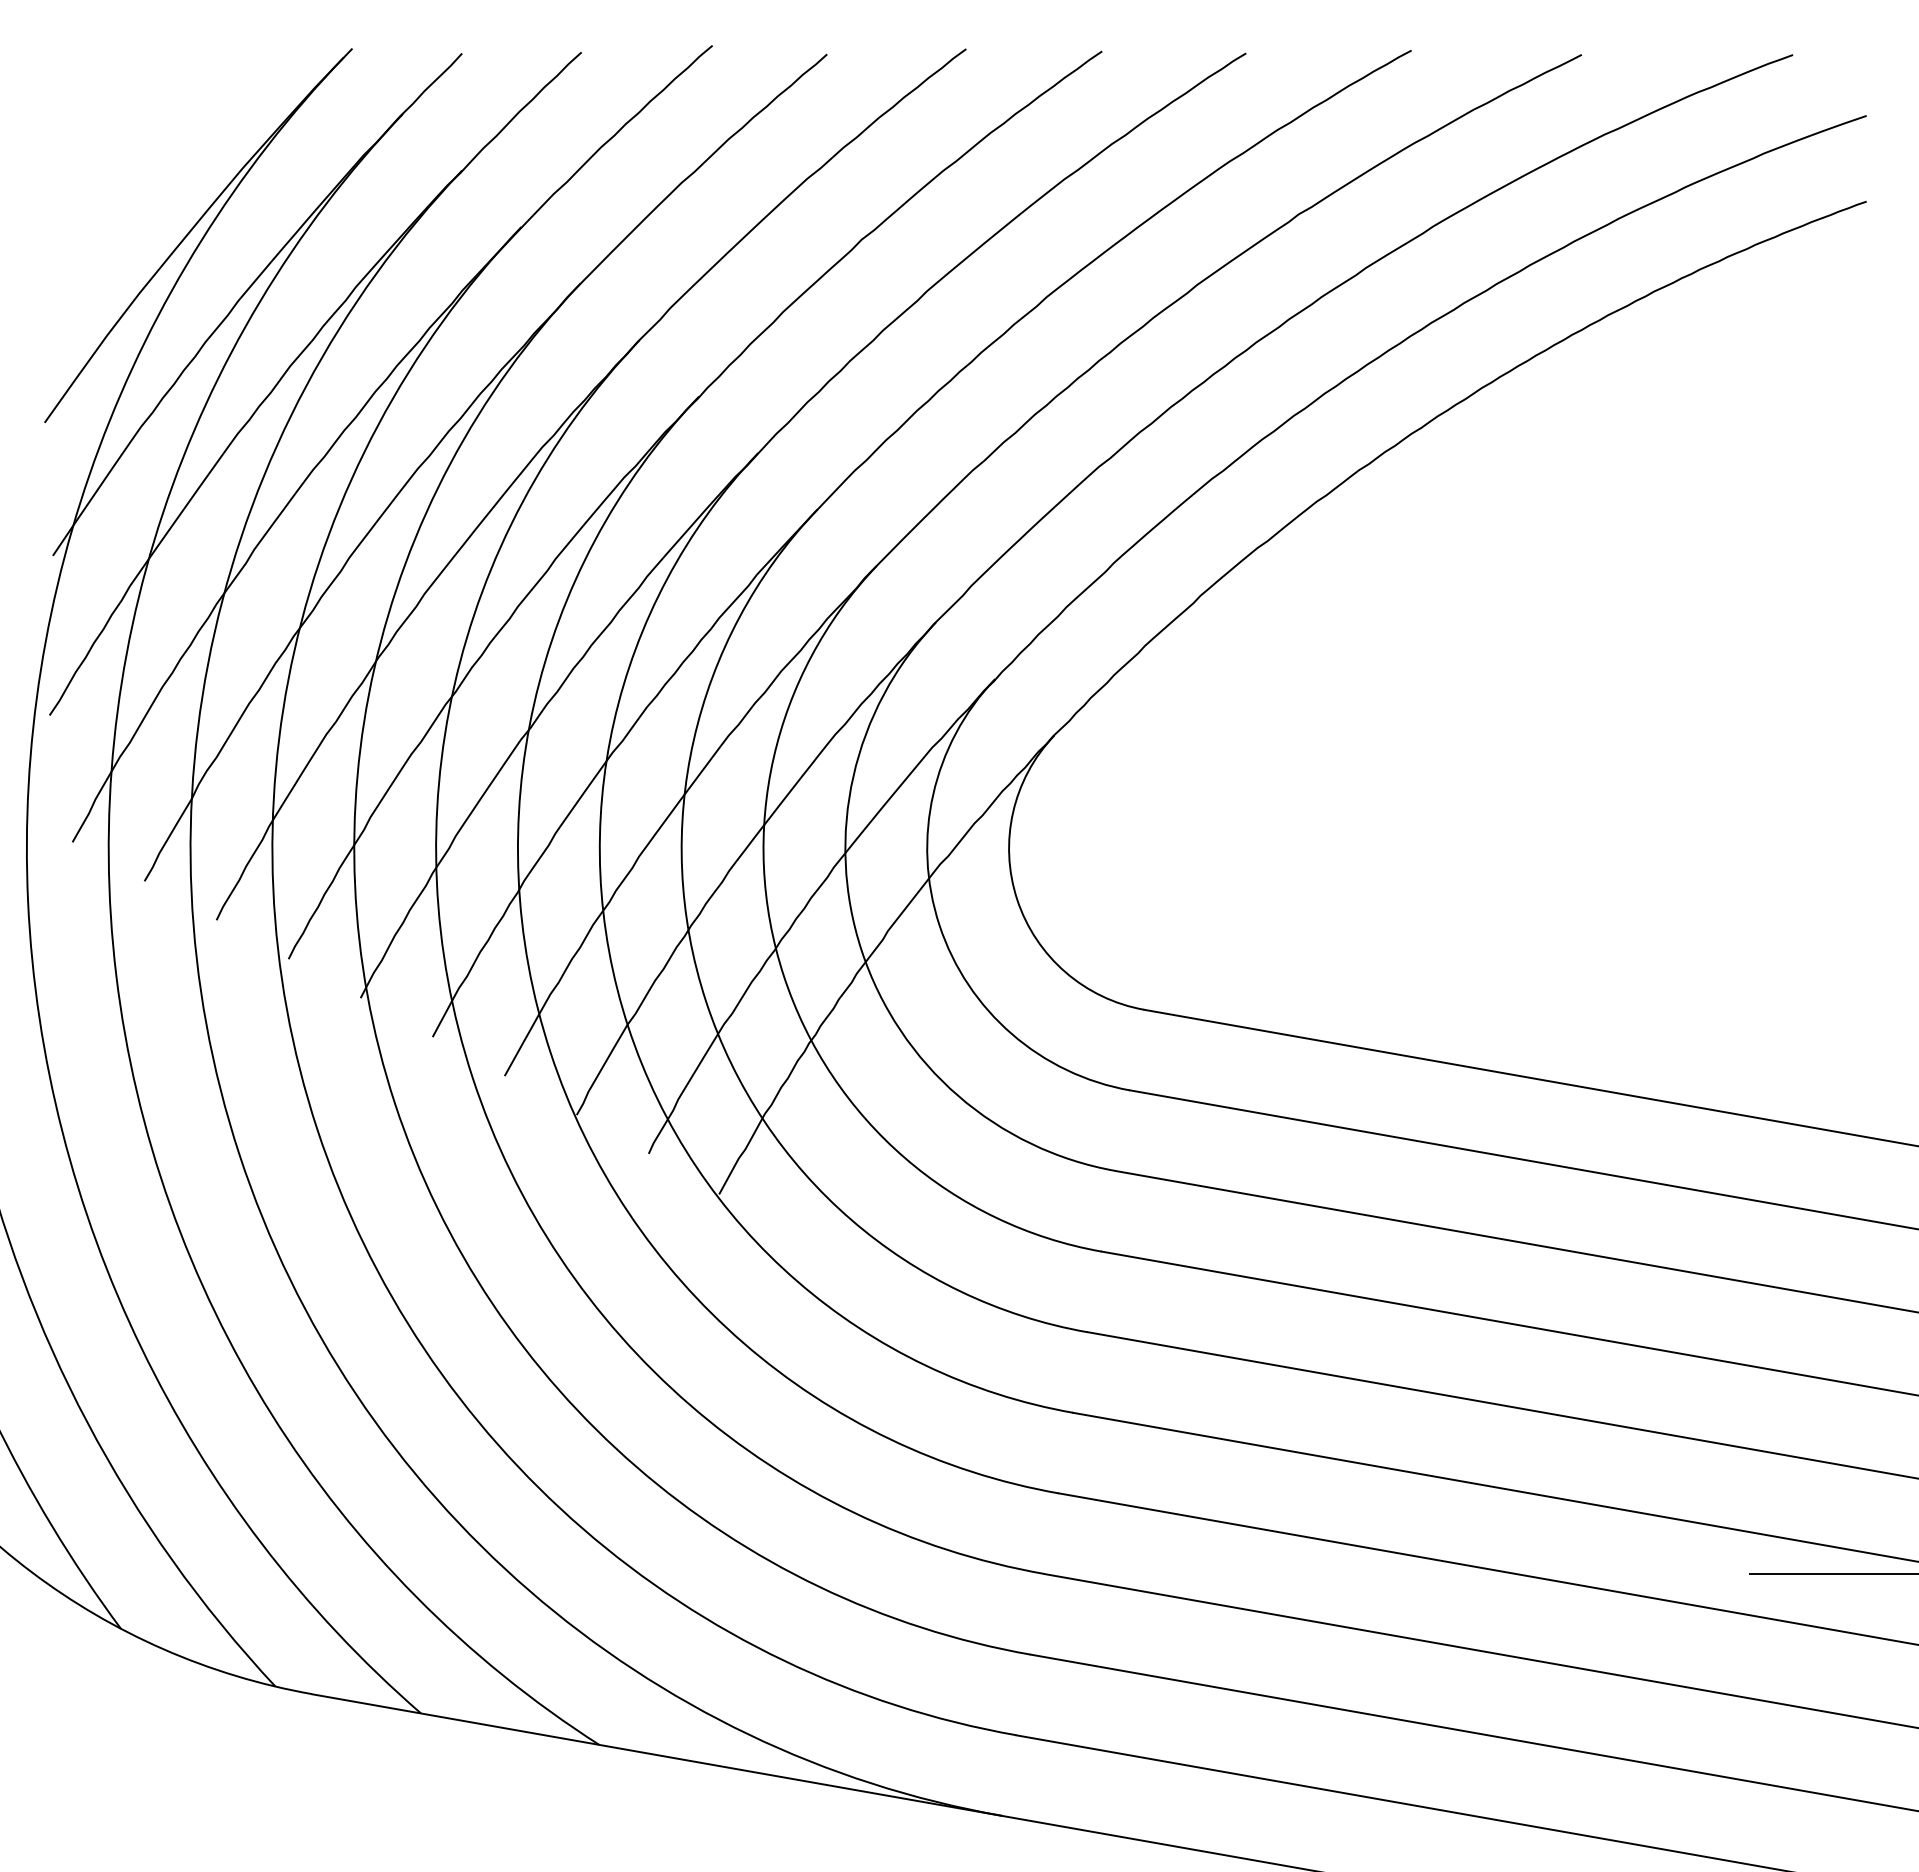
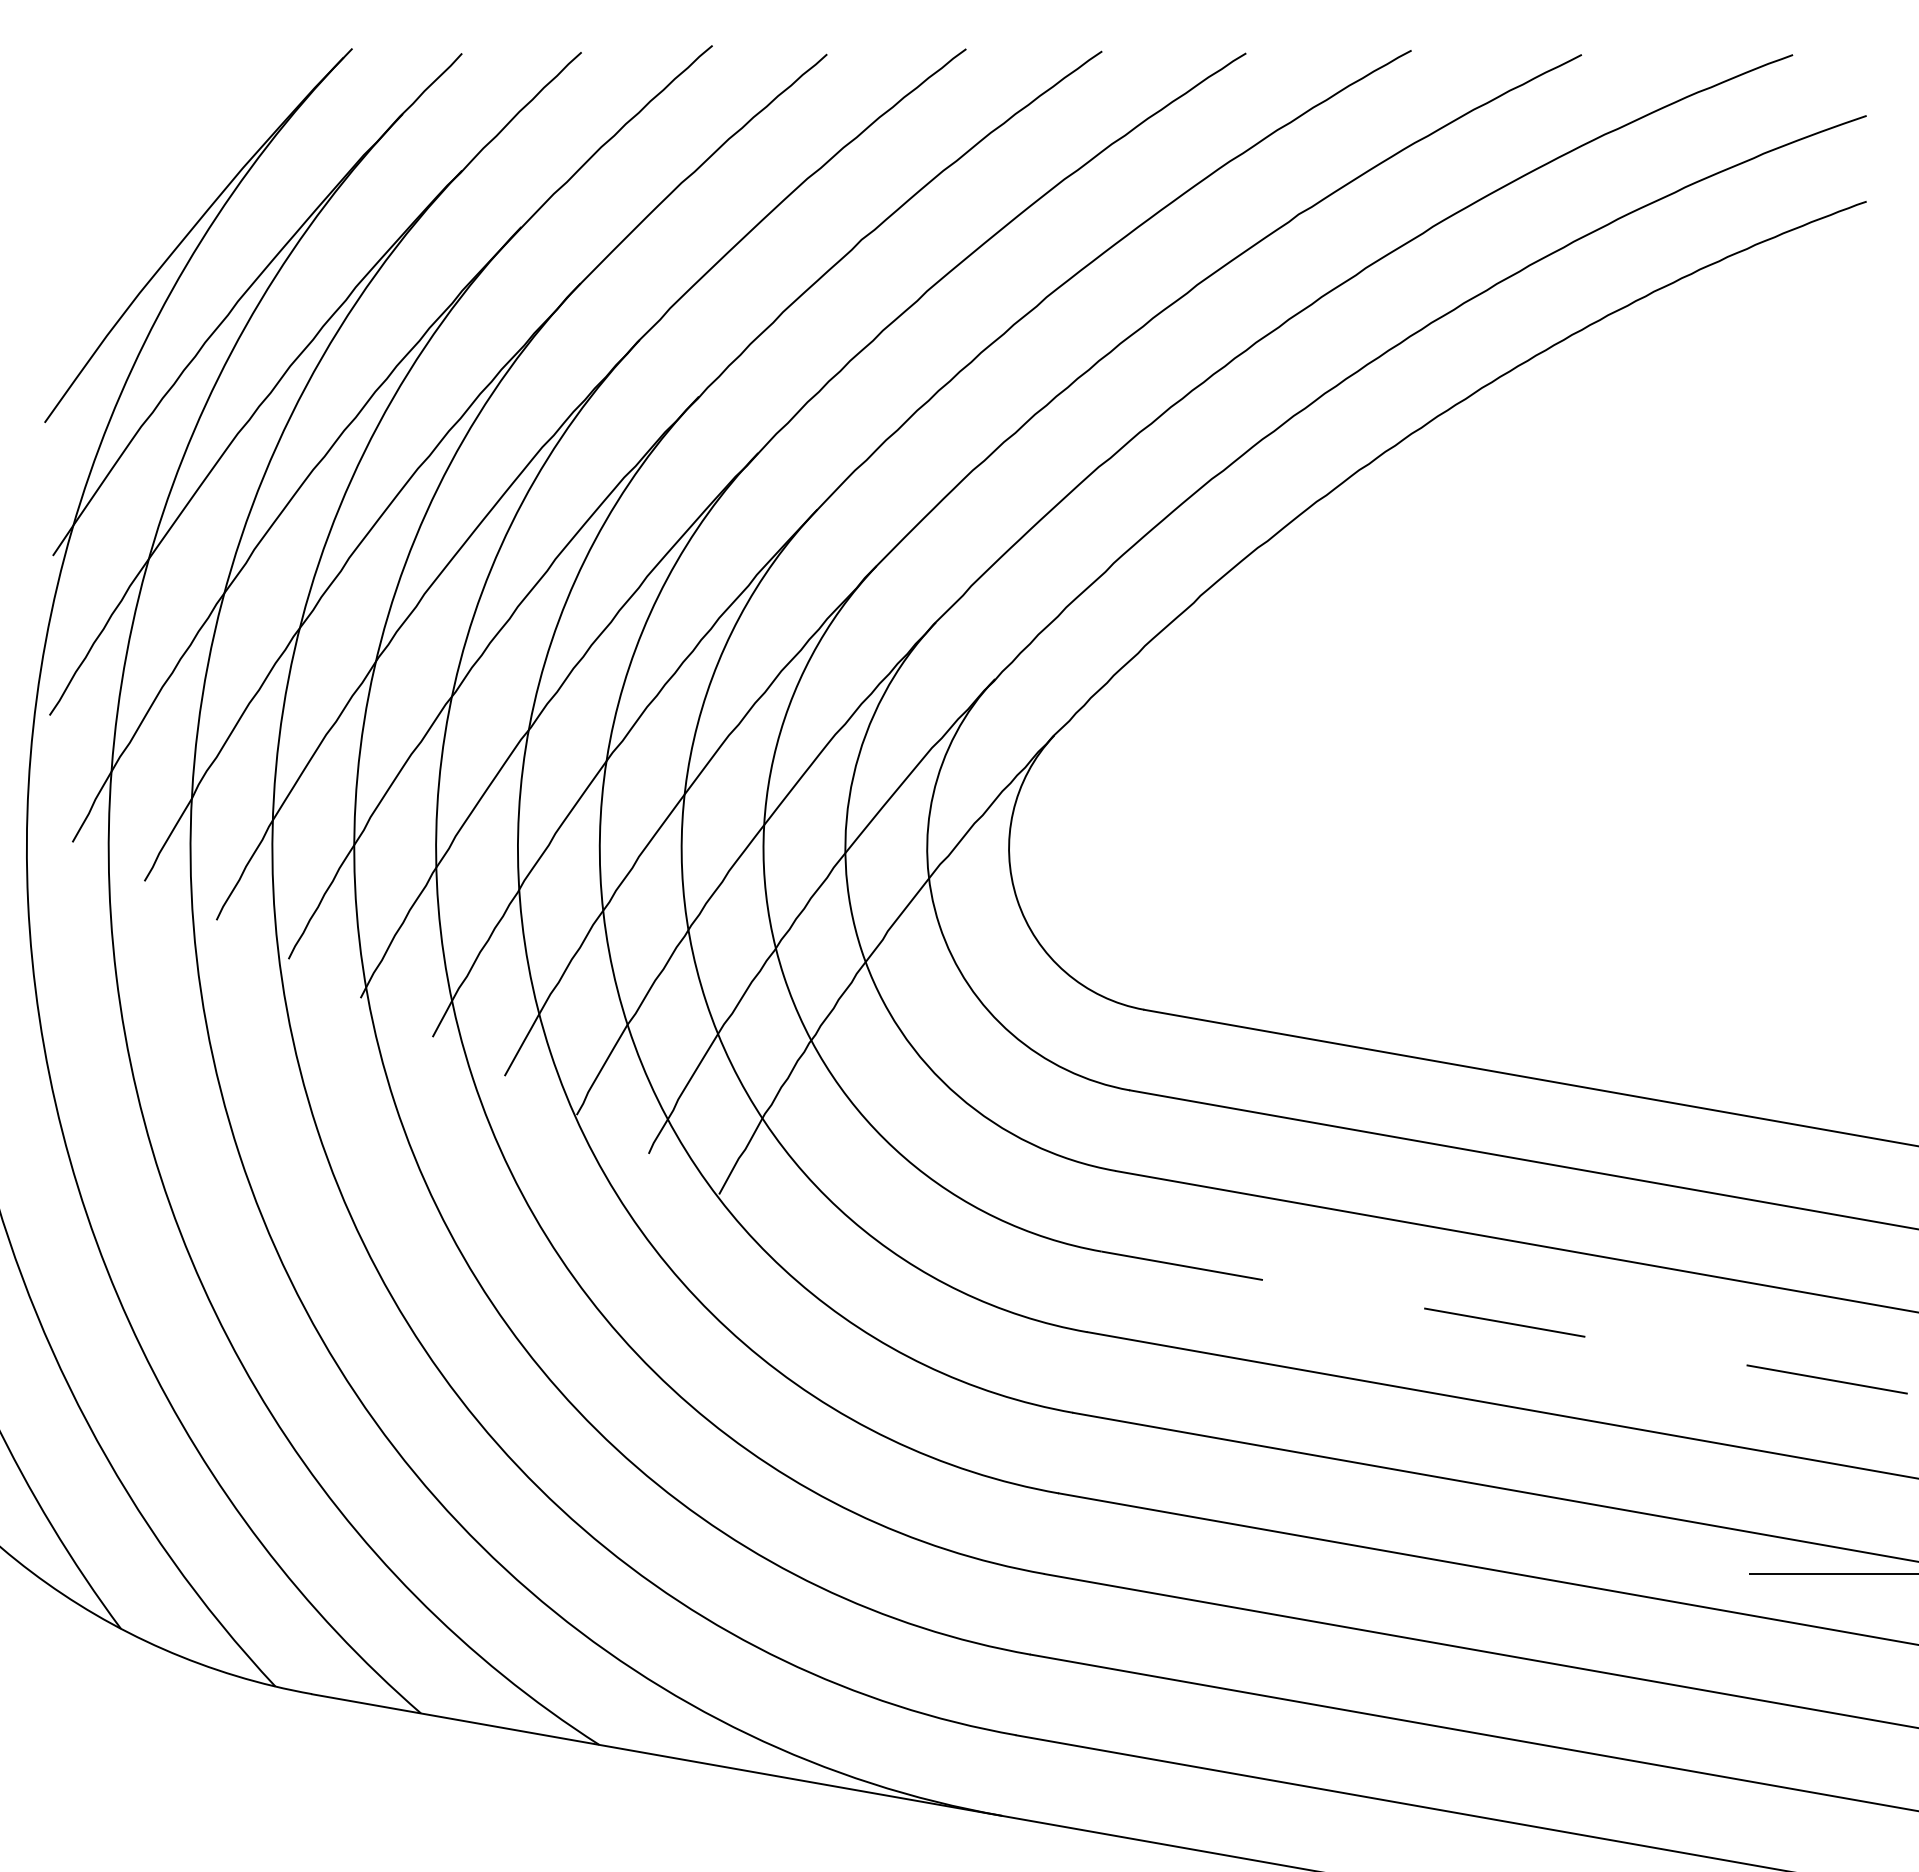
line at (1510, 1323): solid -> dashed
